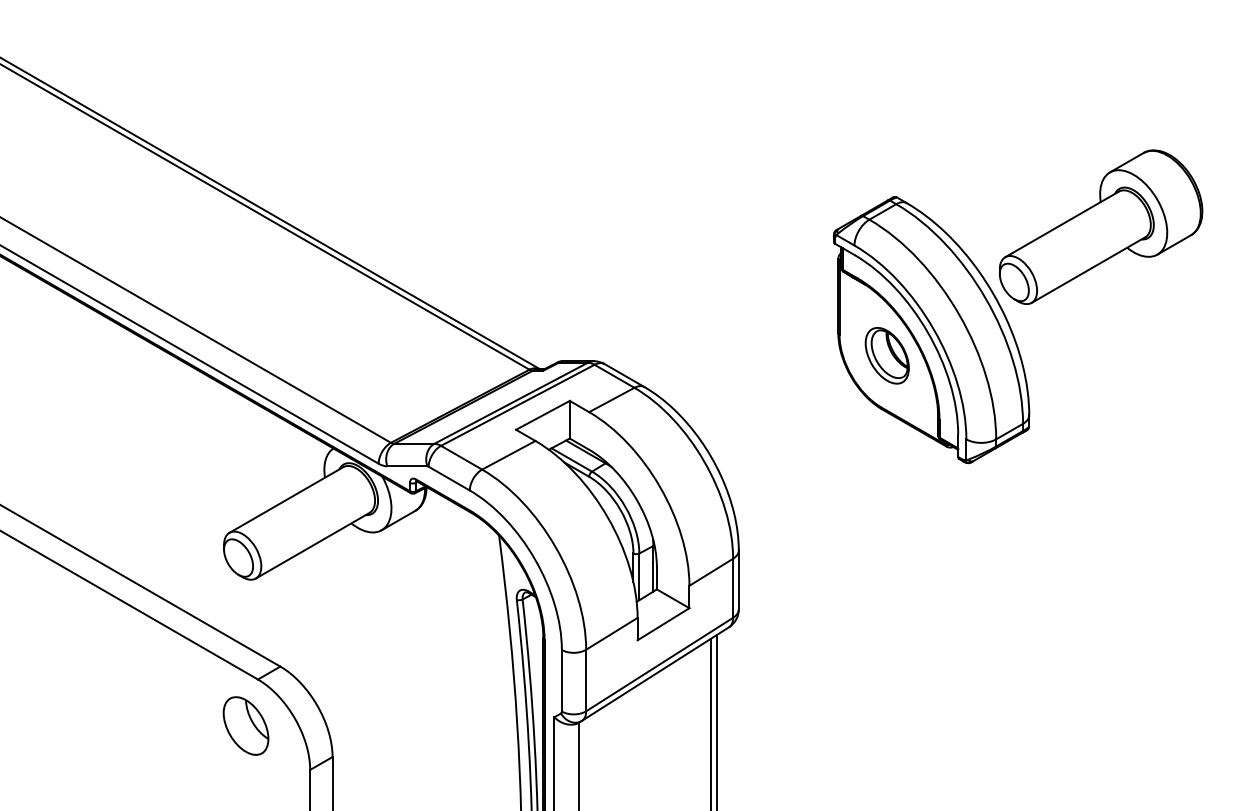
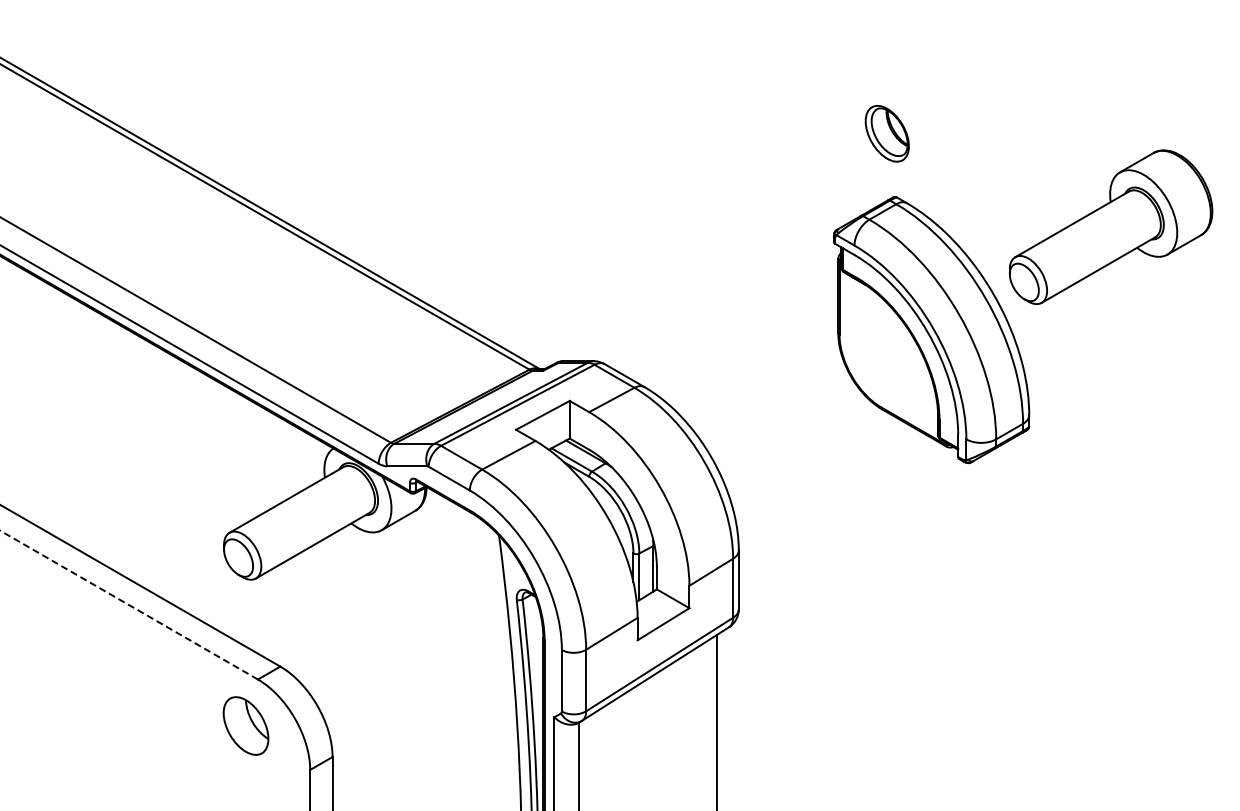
part at (1101, 226) position: (1101, 226) -> (1111, 226)
part at (886, 355) position: (886, 355) -> (886, 133)
line at (129, 605): solid -> dashed
line at (711, 722): present -> none
